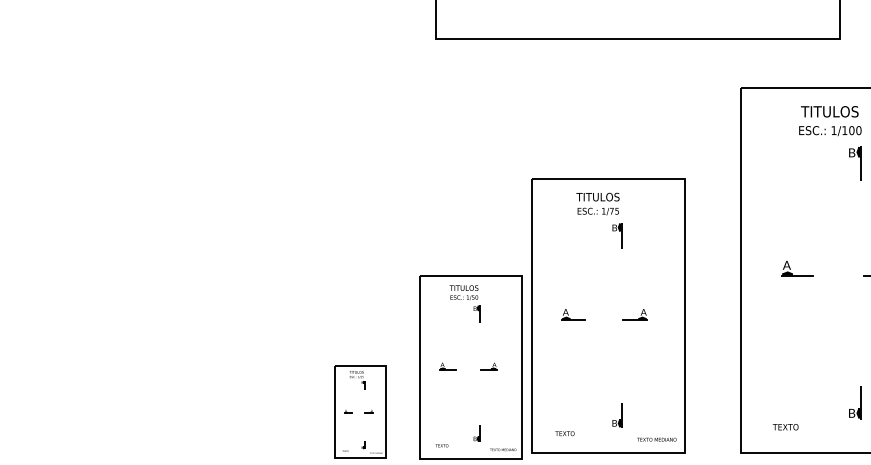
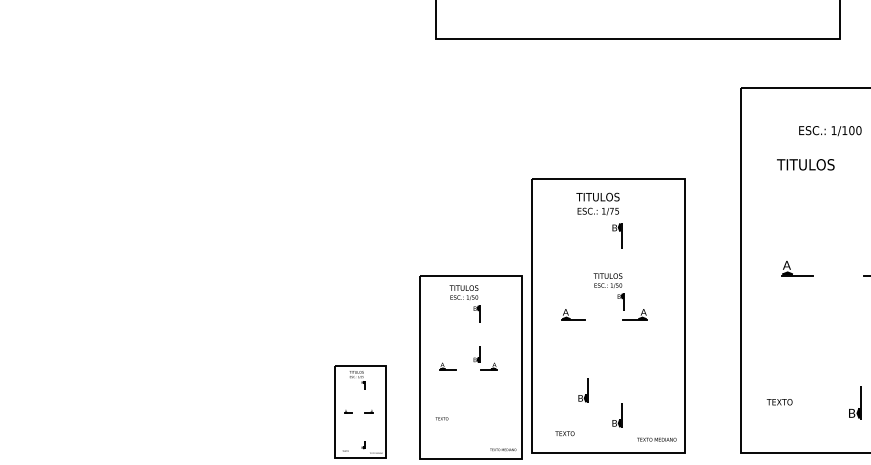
text at (829, 111) position: (829, 111) -> (805, 164)
part at (855, 163): present -> none
part at (608, 291): none -> present
part at (583, 390): none -> present
text at (785, 427) position: (785, 427) -> (779, 402)
part at (476, 433) position: (476, 433) -> (476, 354)
text at (441, 445) position: (441, 445) -> (441, 418)
